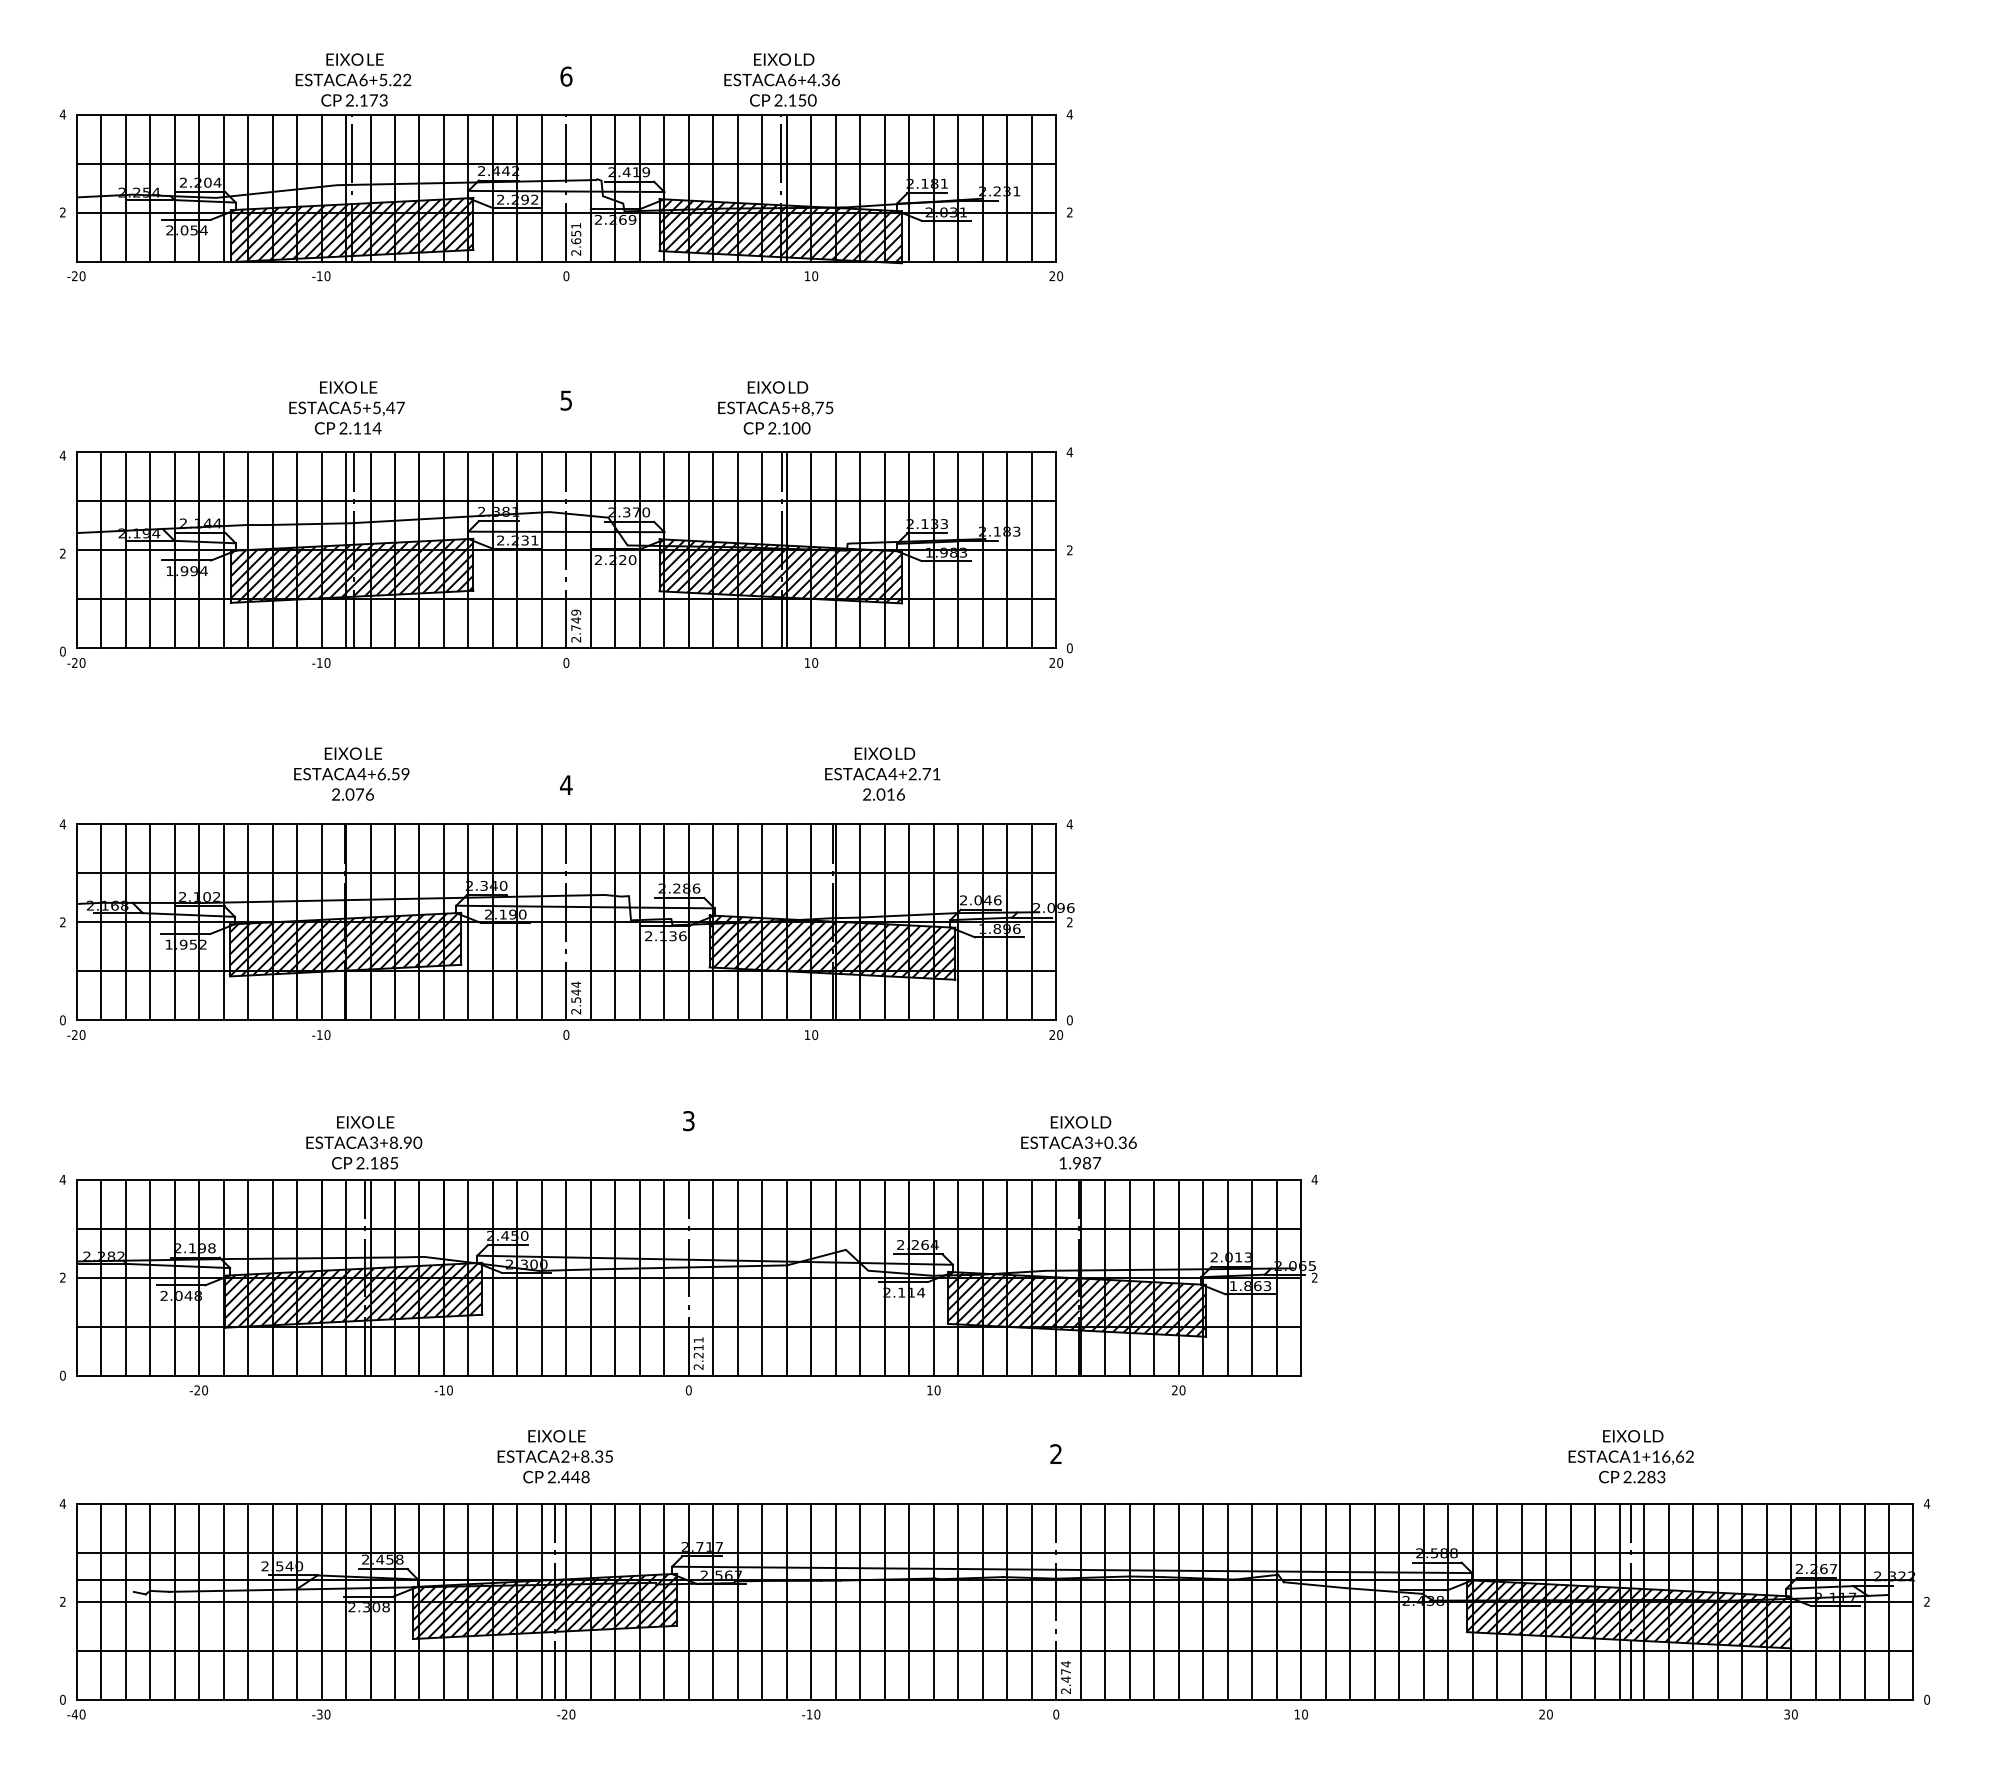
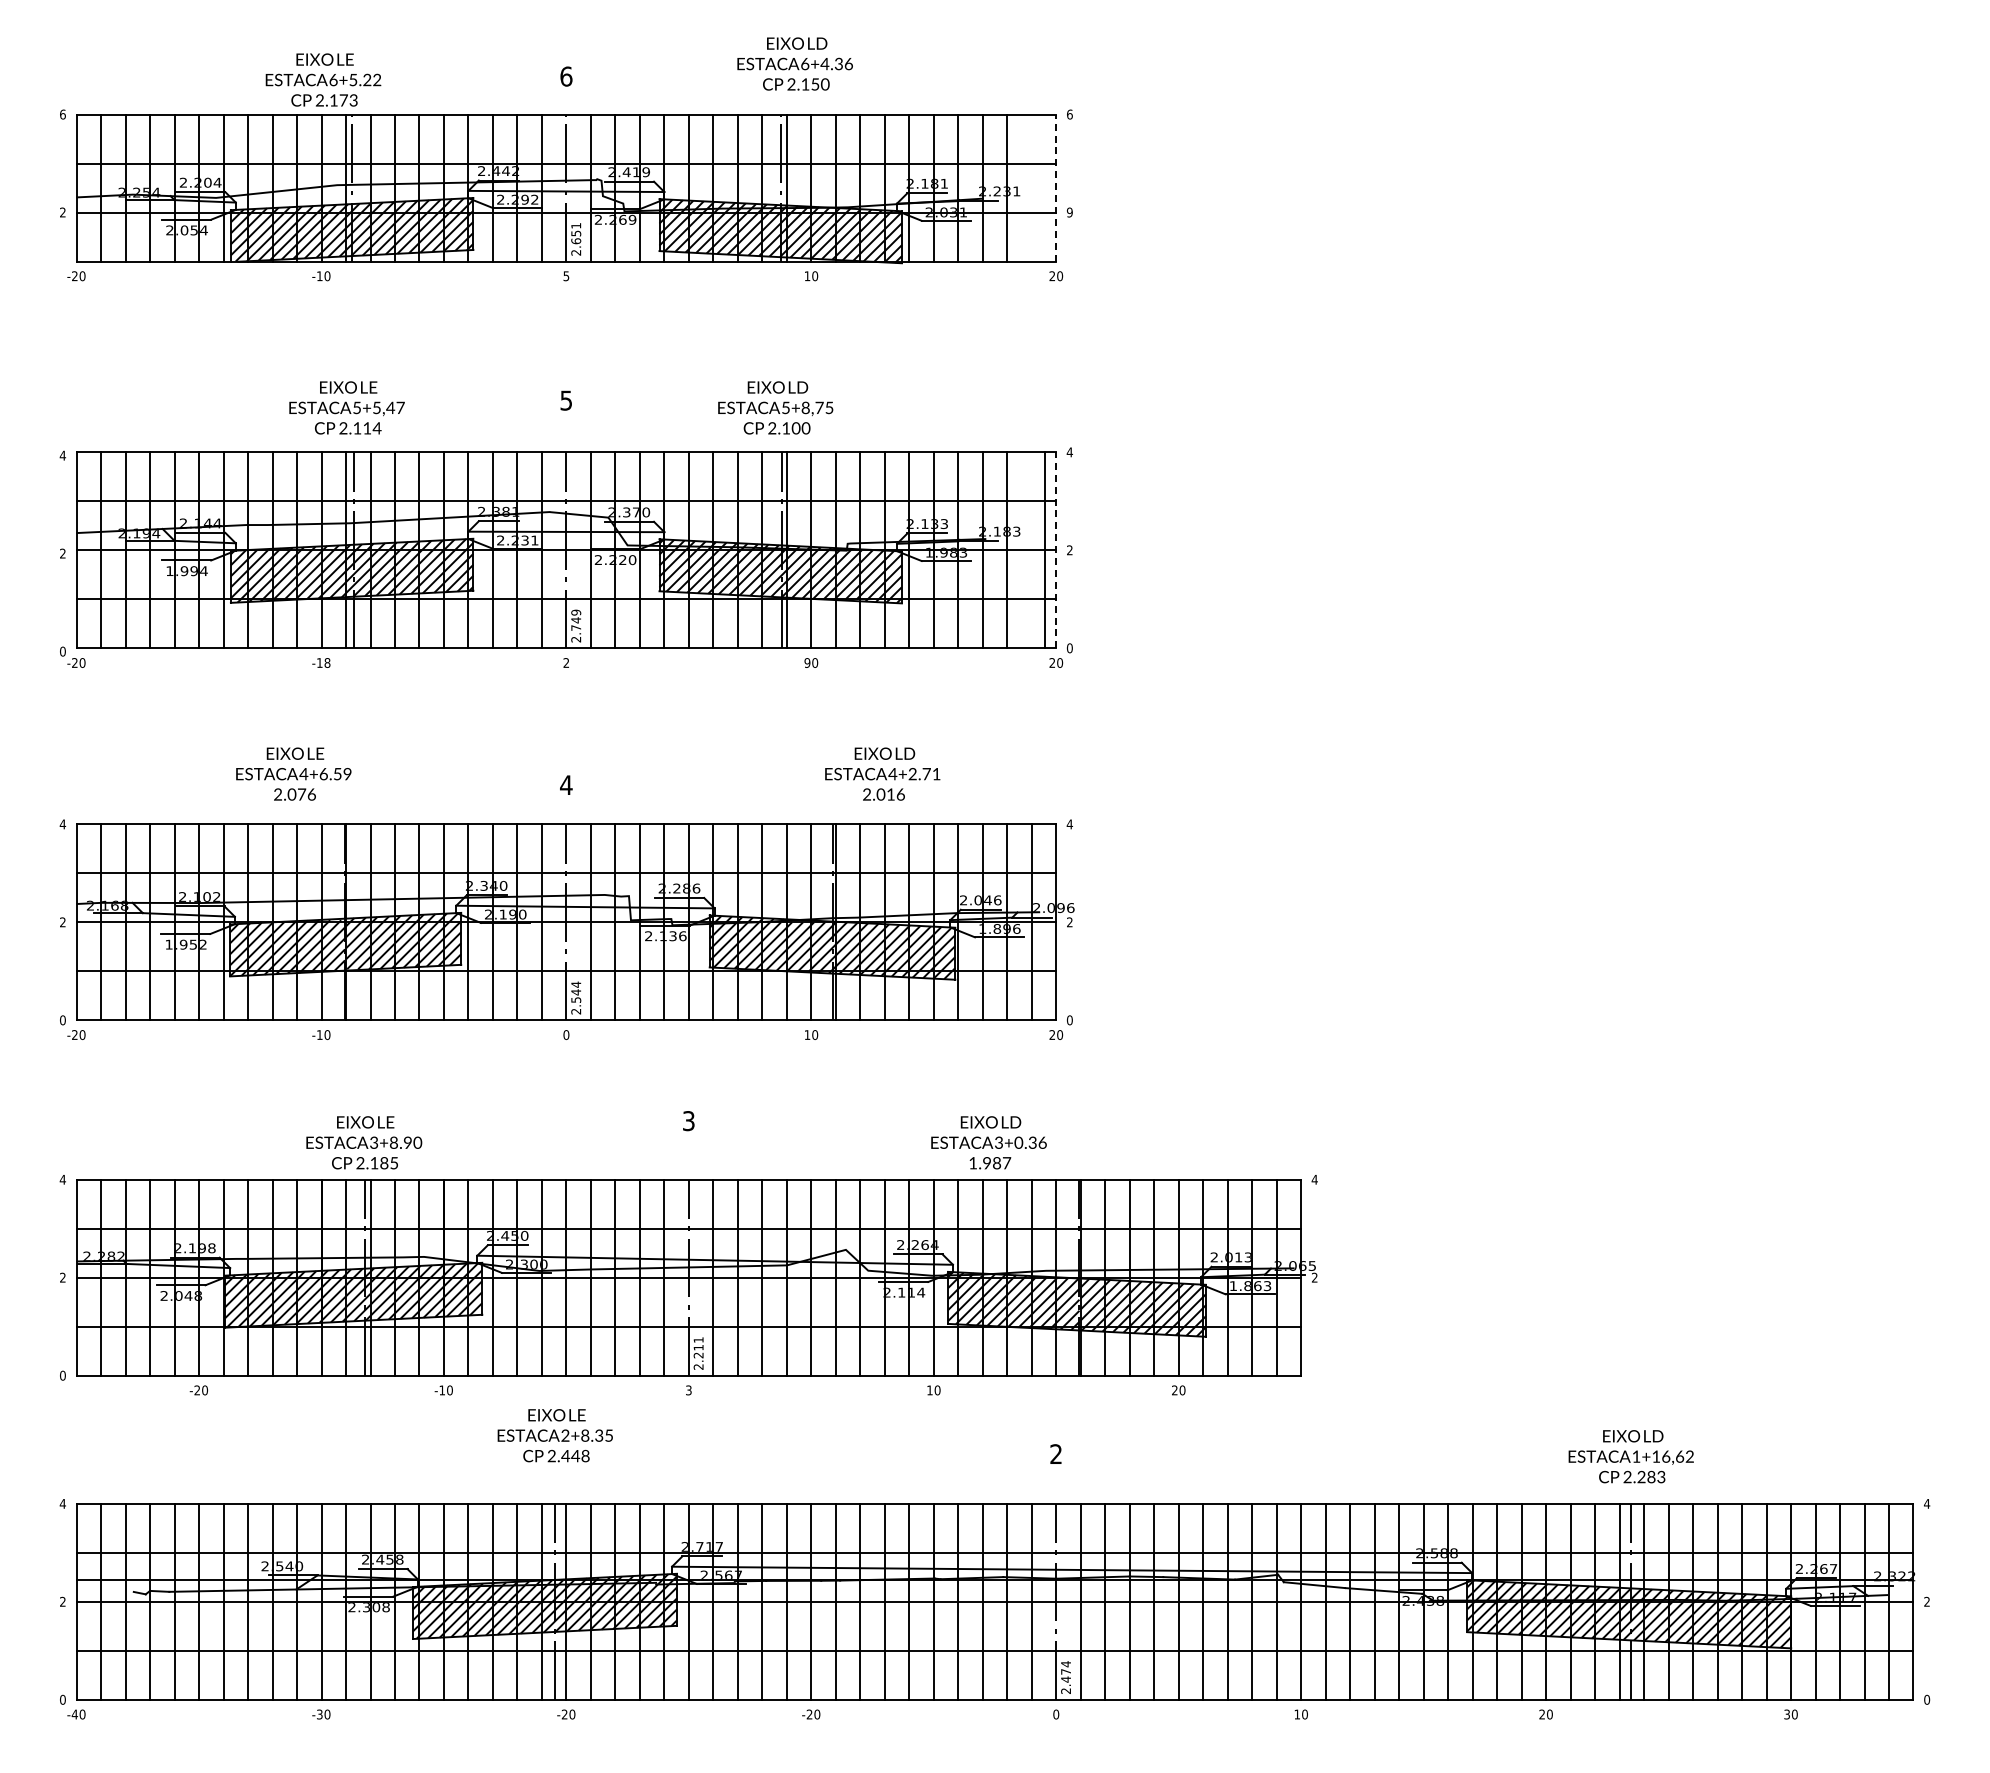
text at (353, 79) position: (353, 79) -> (323, 79)
text at (781, 79) position: (781, 79) -> (794, 63)
text at (62, 114): 4 -> 6
text at (1069, 114): 4 -> 6
line at (1031, 187): present -> none
line at (1056, 187): solid -> dashed
text at (1069, 212): 2 -> 9
text at (566, 276): 0 -> 5
line at (1031, 550) position: (1031, 550) -> (1044, 550)
line at (1056, 550): solid -> dashed
text at (327, 662): -10 -> -18
text at (566, 662): 0 -> 2
text at (807, 662): 10 -> 90
text at (351, 773) position: (351, 773) -> (293, 773)
text at (1078, 1142) position: (1078, 1142) -> (988, 1142)
text at (688, 1390): 0 -> 3
text at (554, 1456) position: (554, 1456) -> (554, 1435)
text at (809, 1714): -10 -> -20
